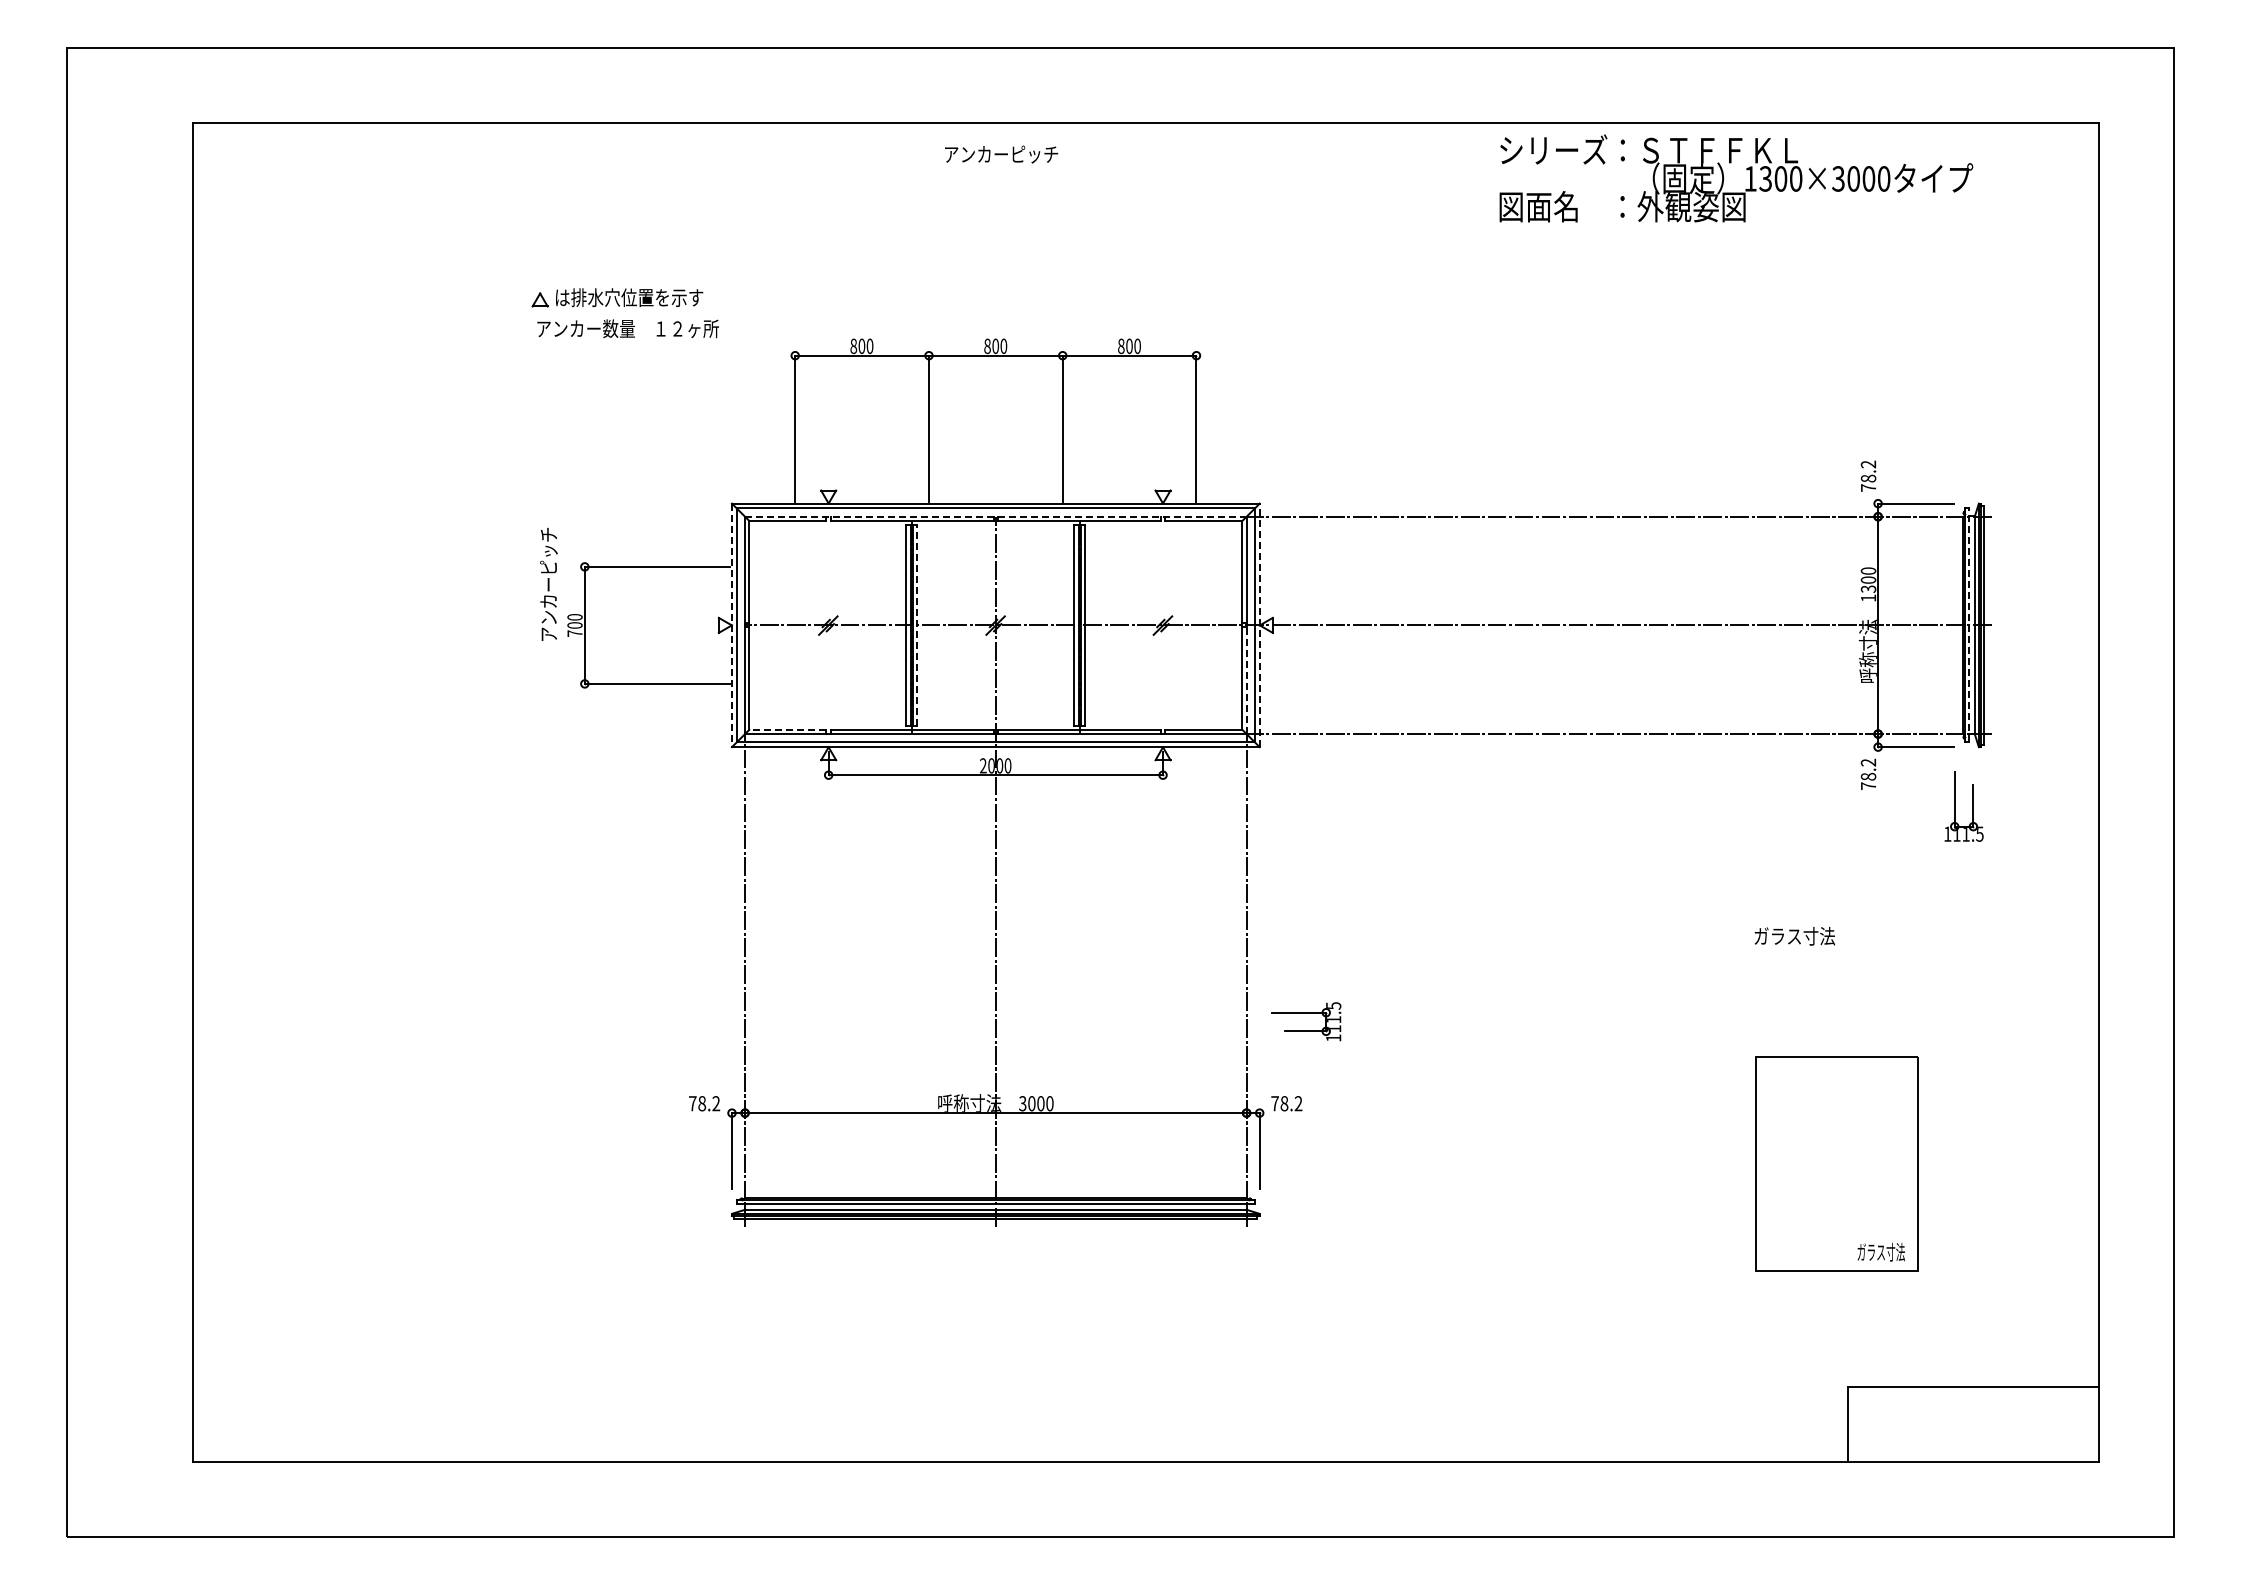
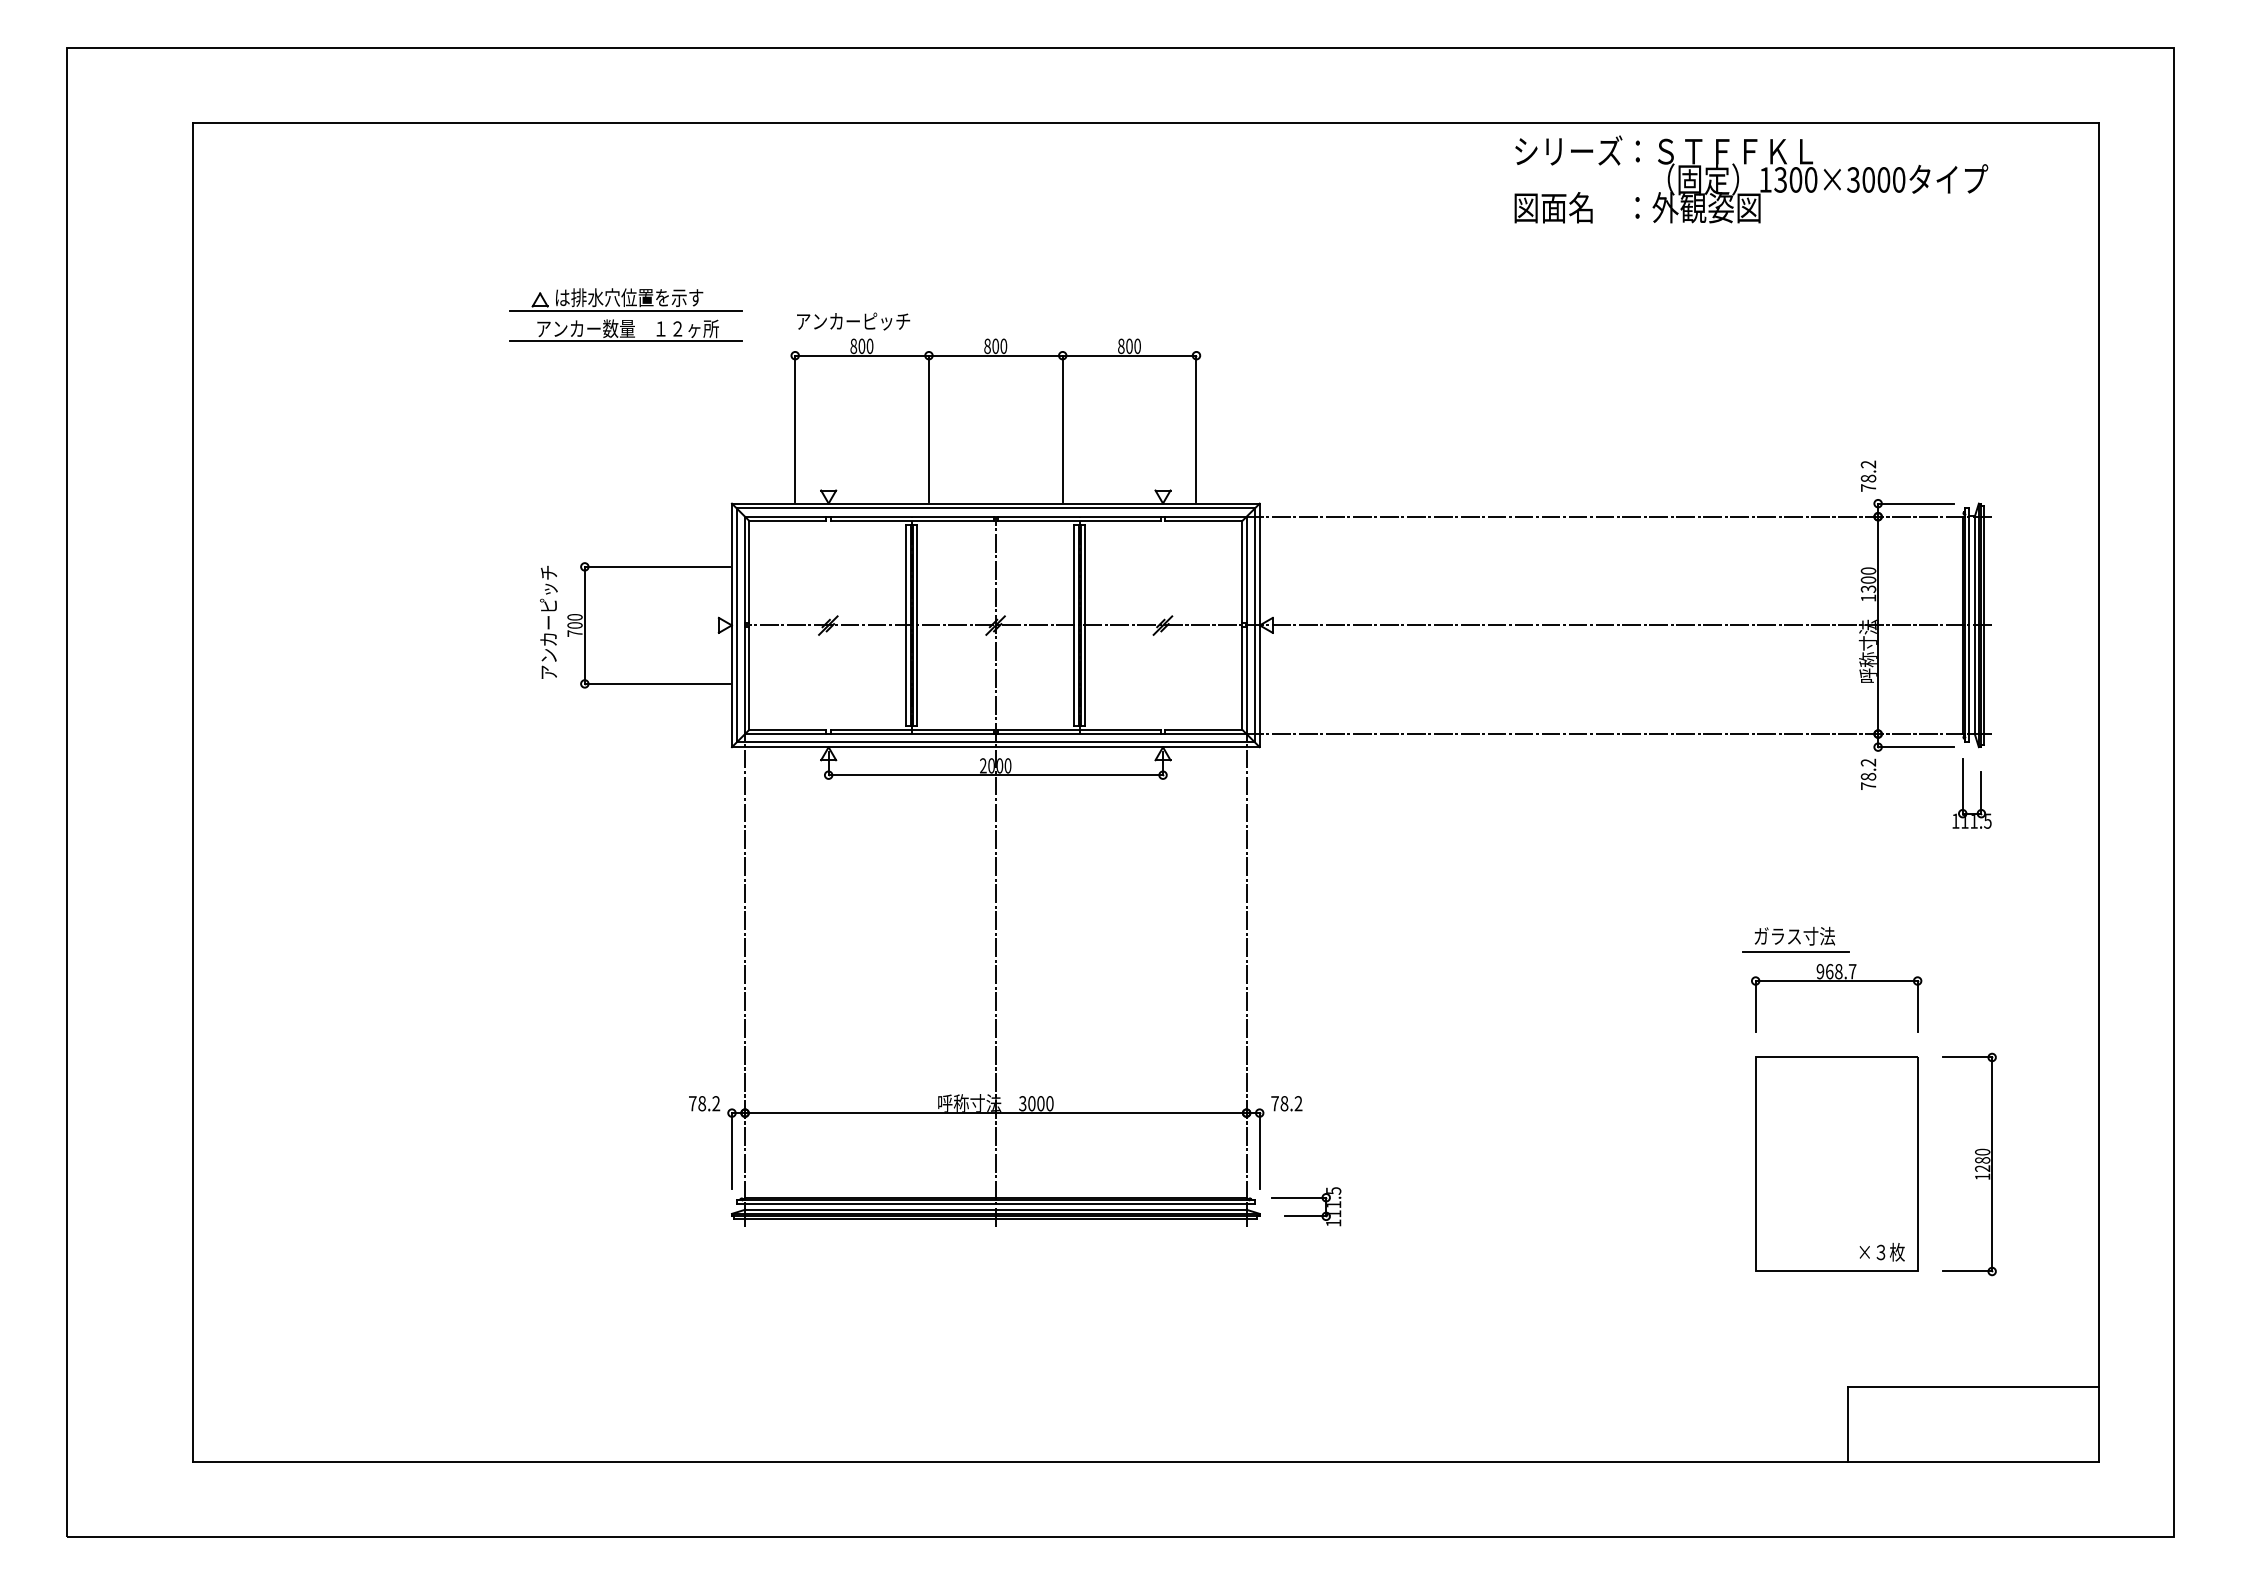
text at (1001, 154) position: (1001, 154) -> (853, 321)
text at (1736, 178) position: (1736, 178) -> (1751, 179)
line at (625, 311): none -> present
line at (625, 341): none -> present
line at (995, 516): dashed -> solid
text at (548, 583) position: (548, 583) -> (548, 621)
line at (917, 624): dashed -> solid
line at (1969, 624): dashed -> solid
line at (731, 625): dashed -> solid
line at (1259, 625): dashed -> solid
line at (1246, 679): dashed -> solid
line at (787, 729): dashed -> solid
part at (1955, 806) position: (1955, 806) -> (1963, 793)
line at (1795, 951): none -> present
part at (1836, 981): none -> present
part at (1306, 1013) position: (1306, 1013) -> (1306, 1198)
part at (1975, 1161): none -> present
text at (1881, 1251): ガラス寸法 -> ×３枚
